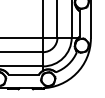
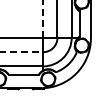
line at (43, 18): solid -> dashed
line at (22, 52): solid -> dashed
